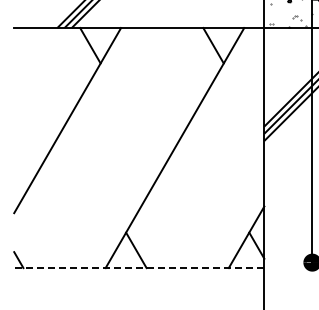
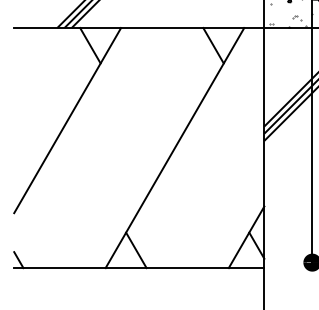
line at (138, 268): dashed -> solid
